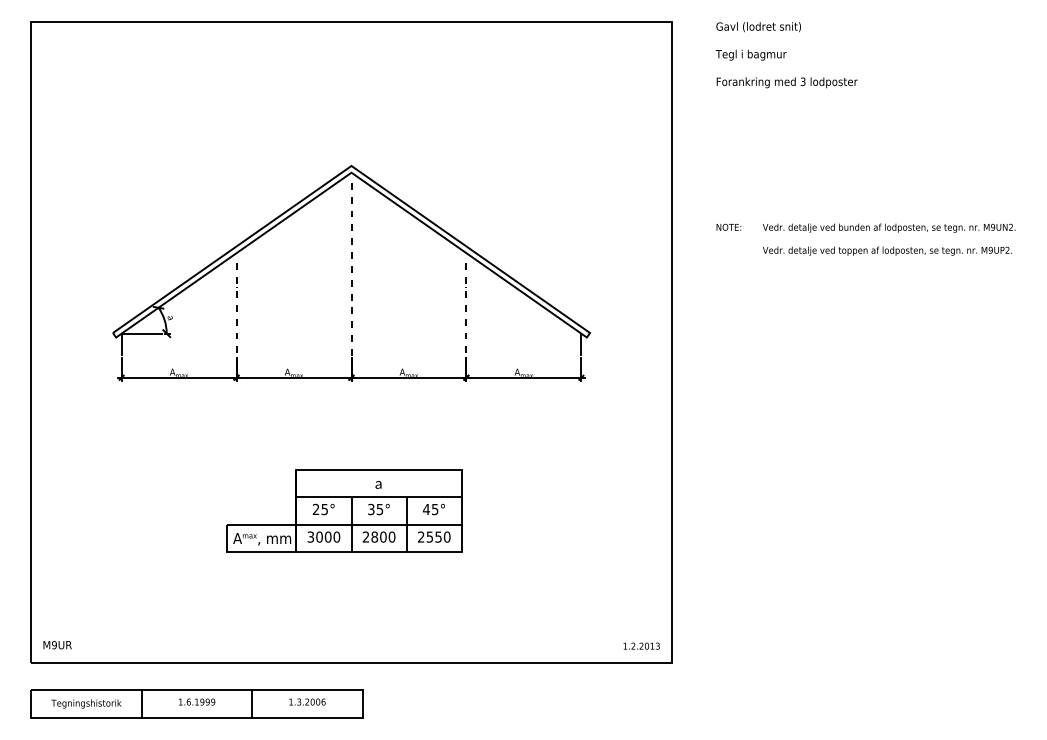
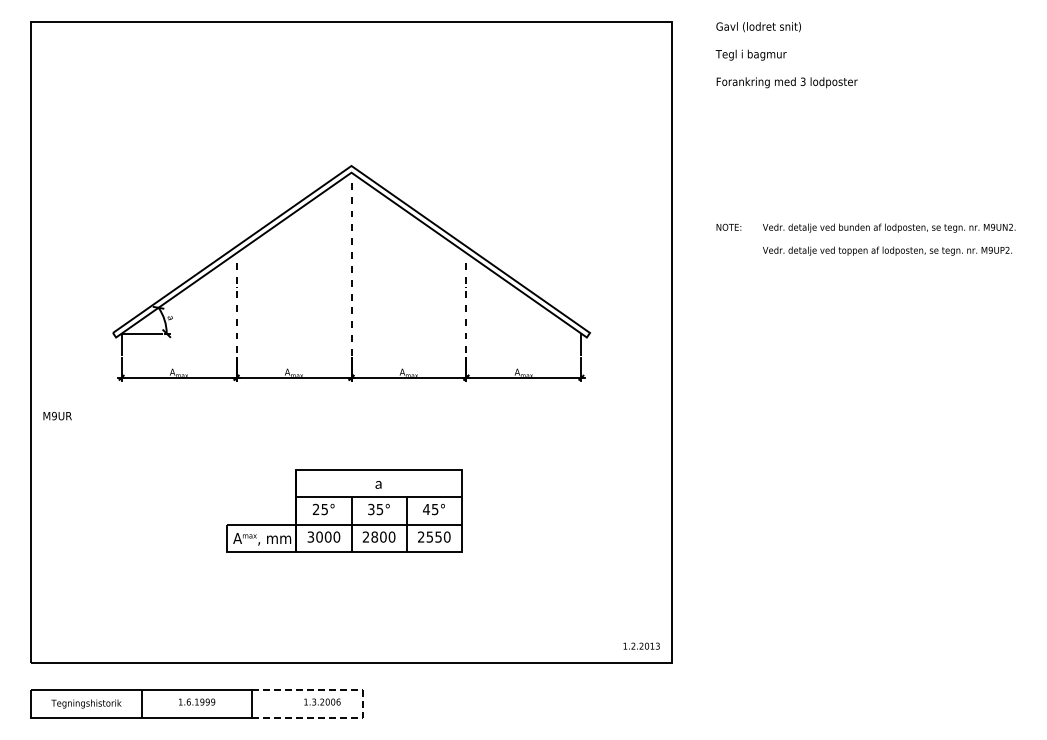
text at (57, 645) position: (57, 645) -> (57, 416)
text at (307, 701) position: (307, 701) -> (322, 701)
line at (362, 704): solid -> dashed
